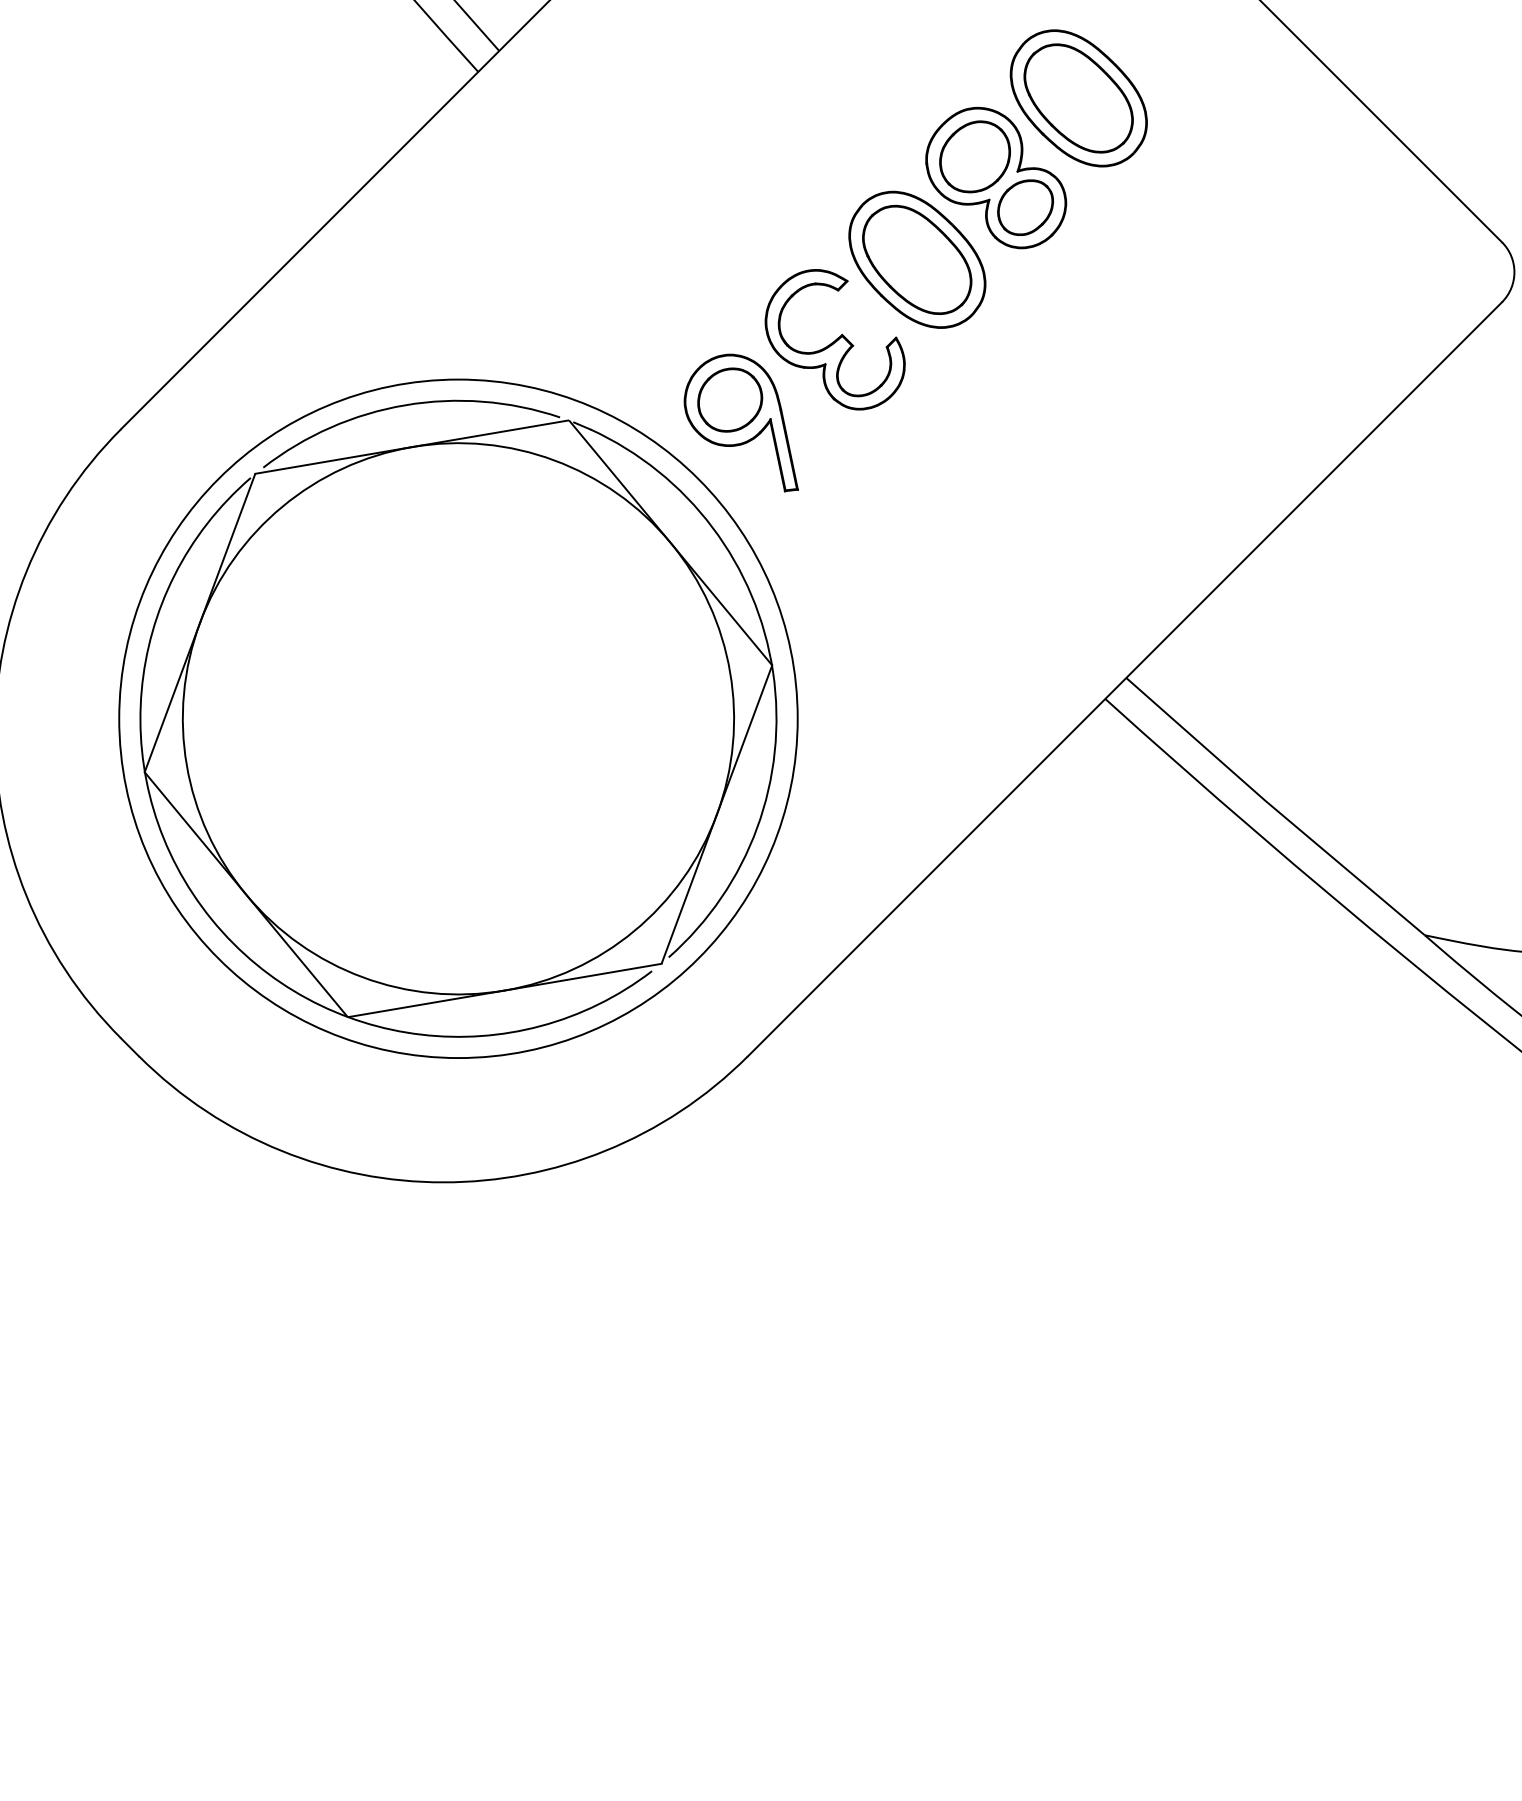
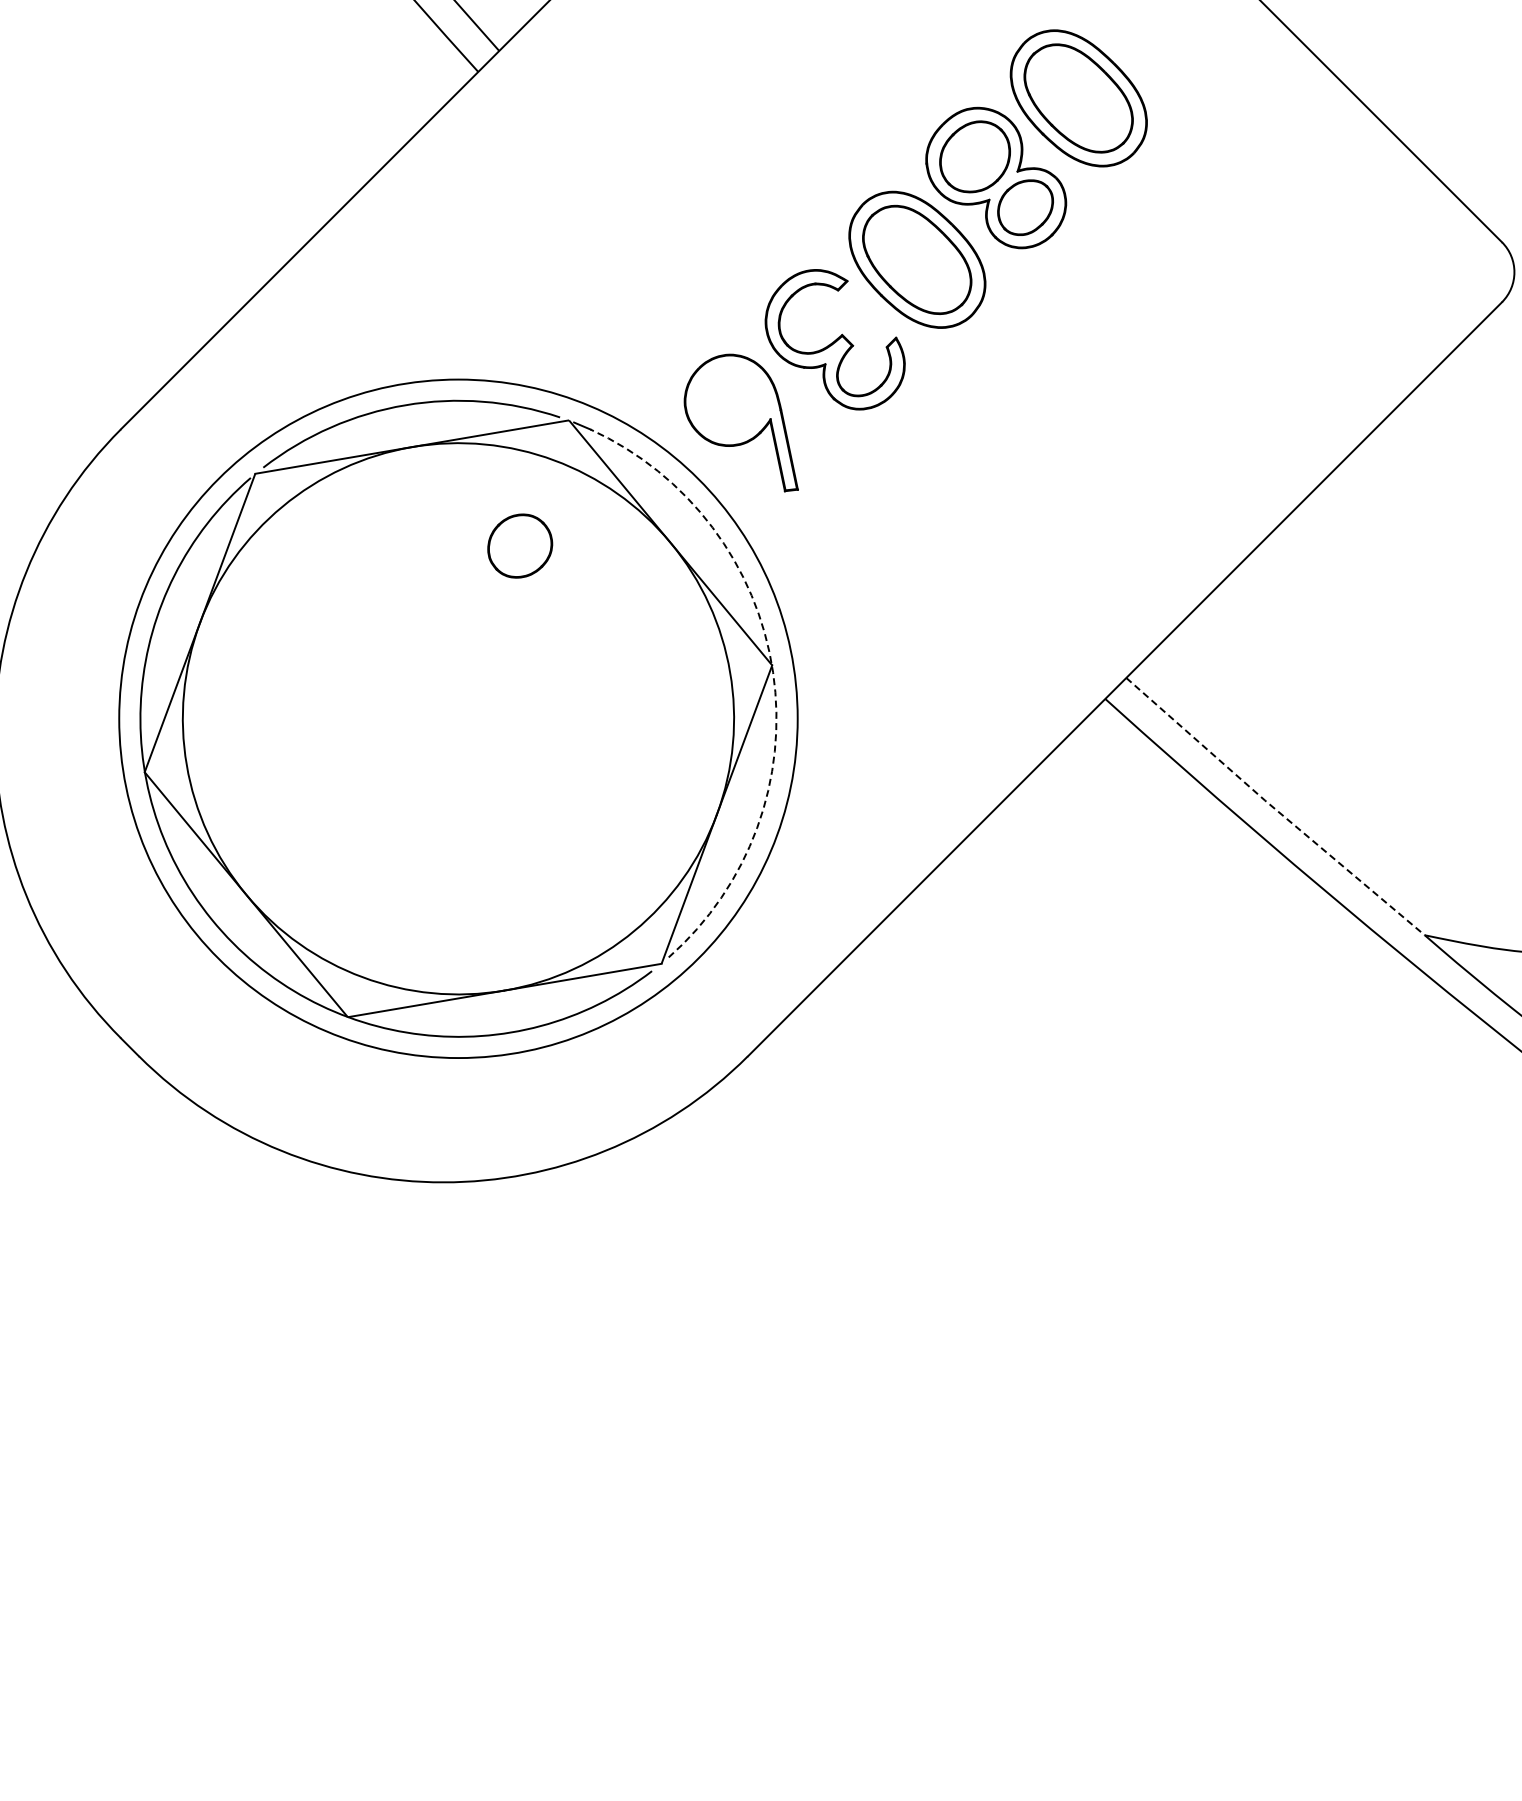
part at (730, 399) position: (730, 399) -> (520, 545)
arc at (773, 672): solid -> dashed
line at (1274, 808): solid -> dashed
